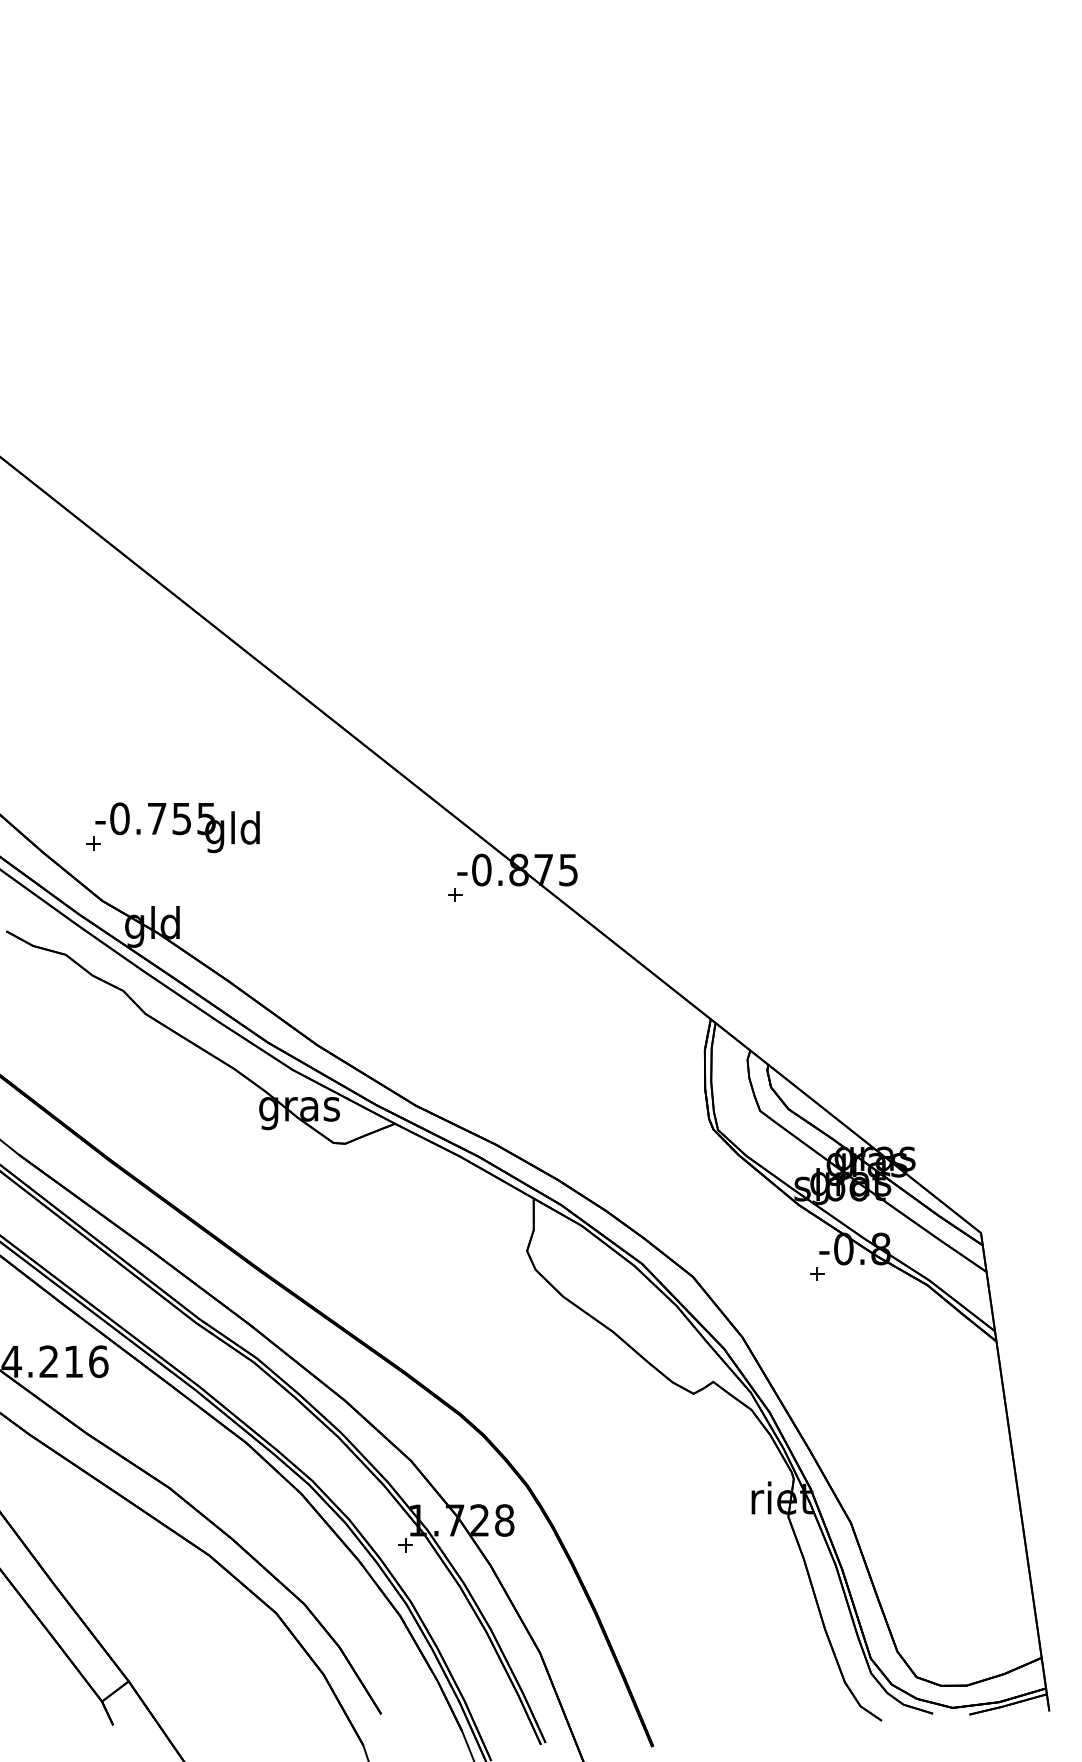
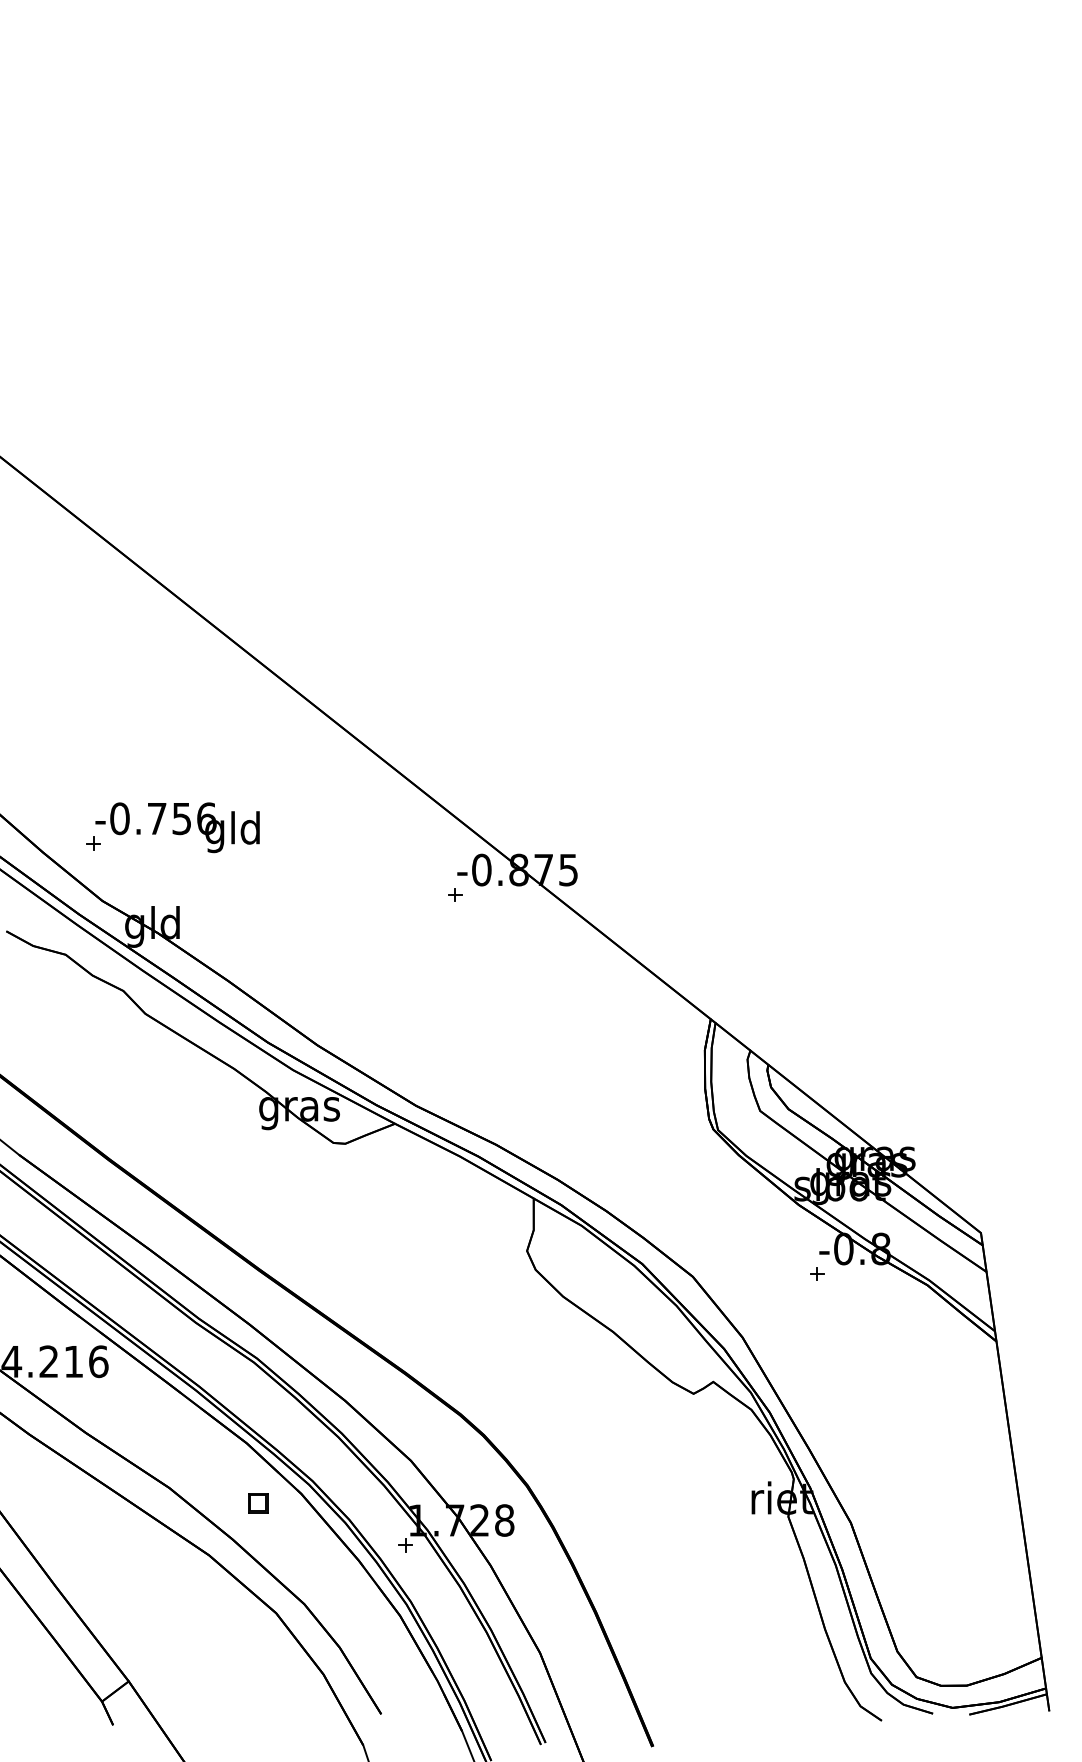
text at (206, 818): -0.755 -> -0.756
part at (258, 1503): none -> present
